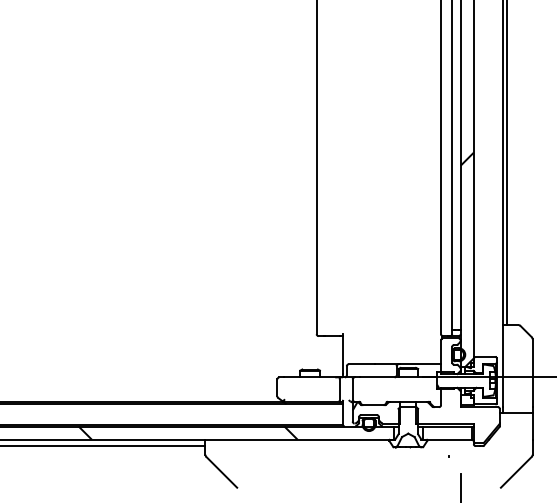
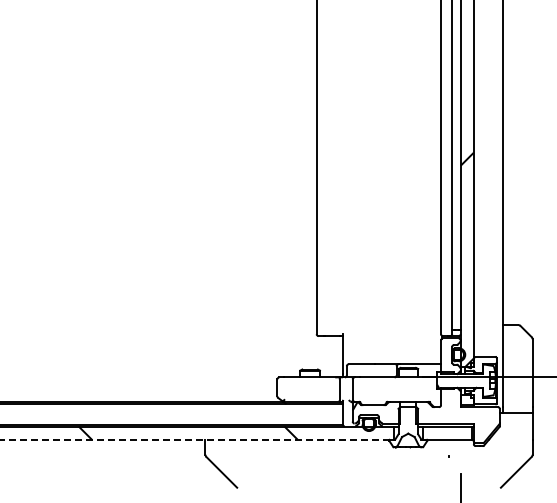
line at (506, 163): present -> none
line at (197, 439): solid -> dashed
line at (103, 446): present -> none
